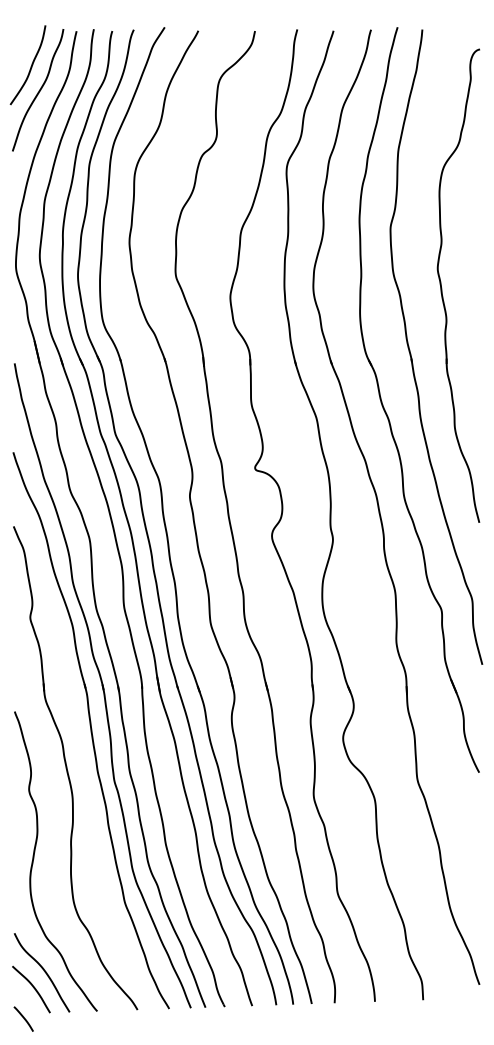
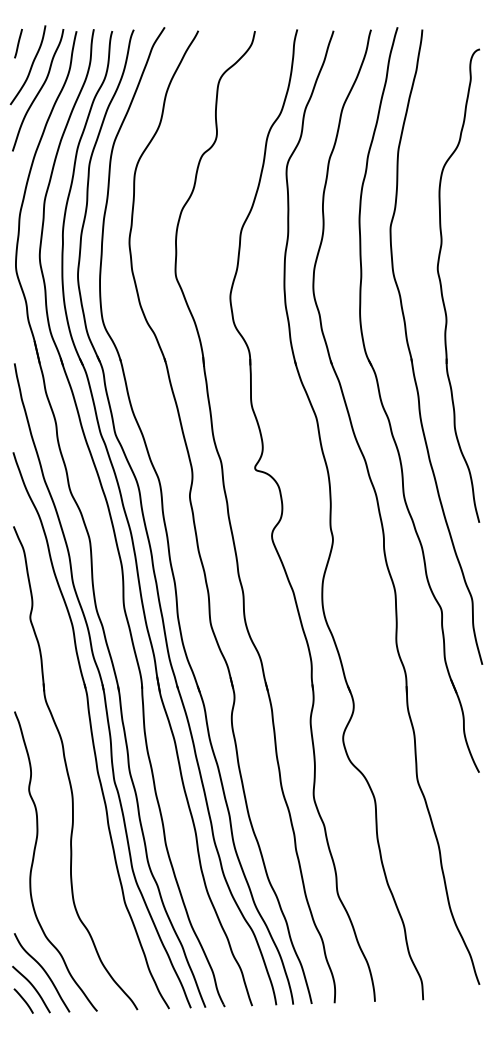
line at (18, 43): none -> present
line at (23, 1018) position: (23, 1018) -> (23, 1000)
